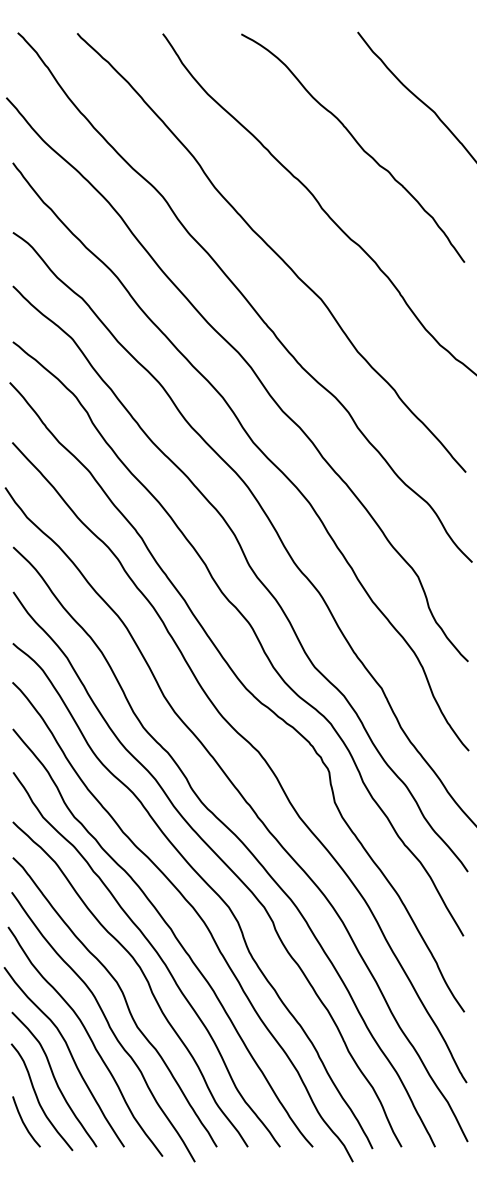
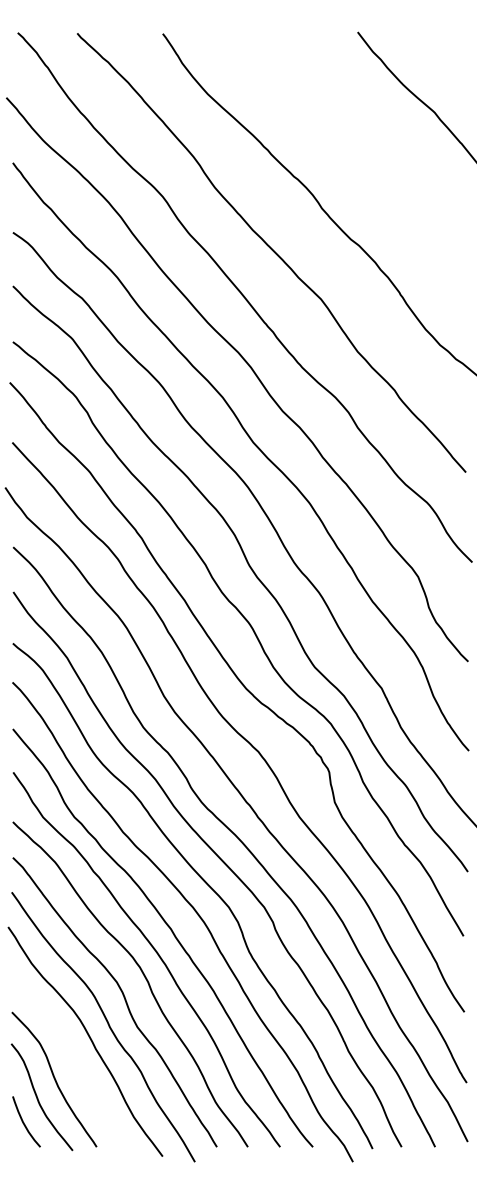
curve at (356, 143): present -> none
curve at (69, 1053): present -> none
